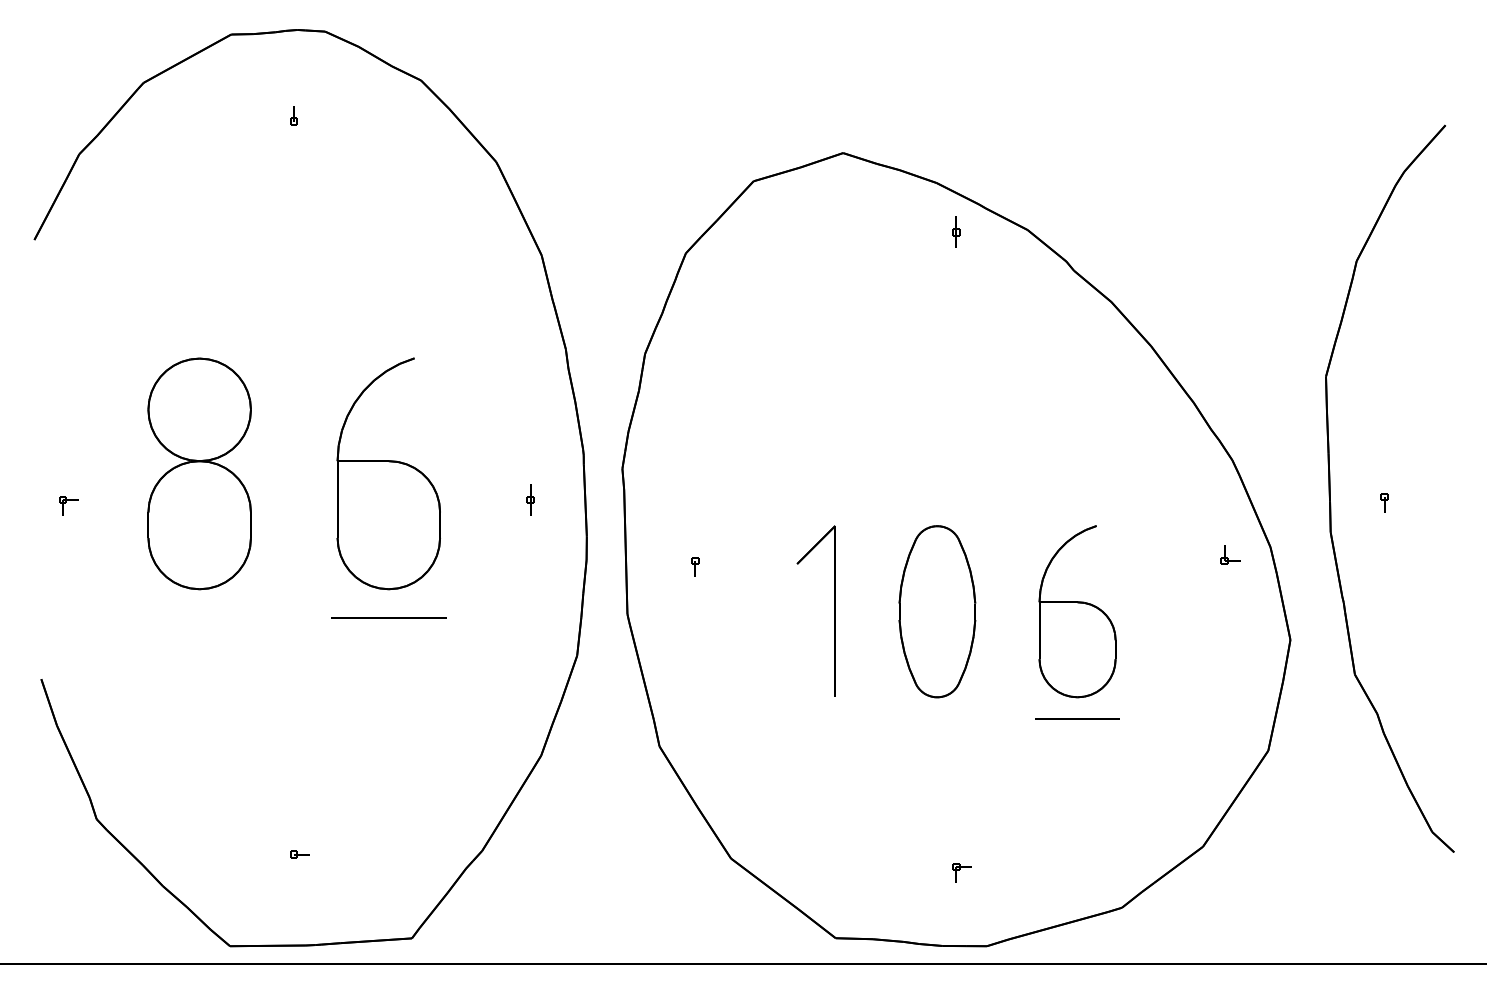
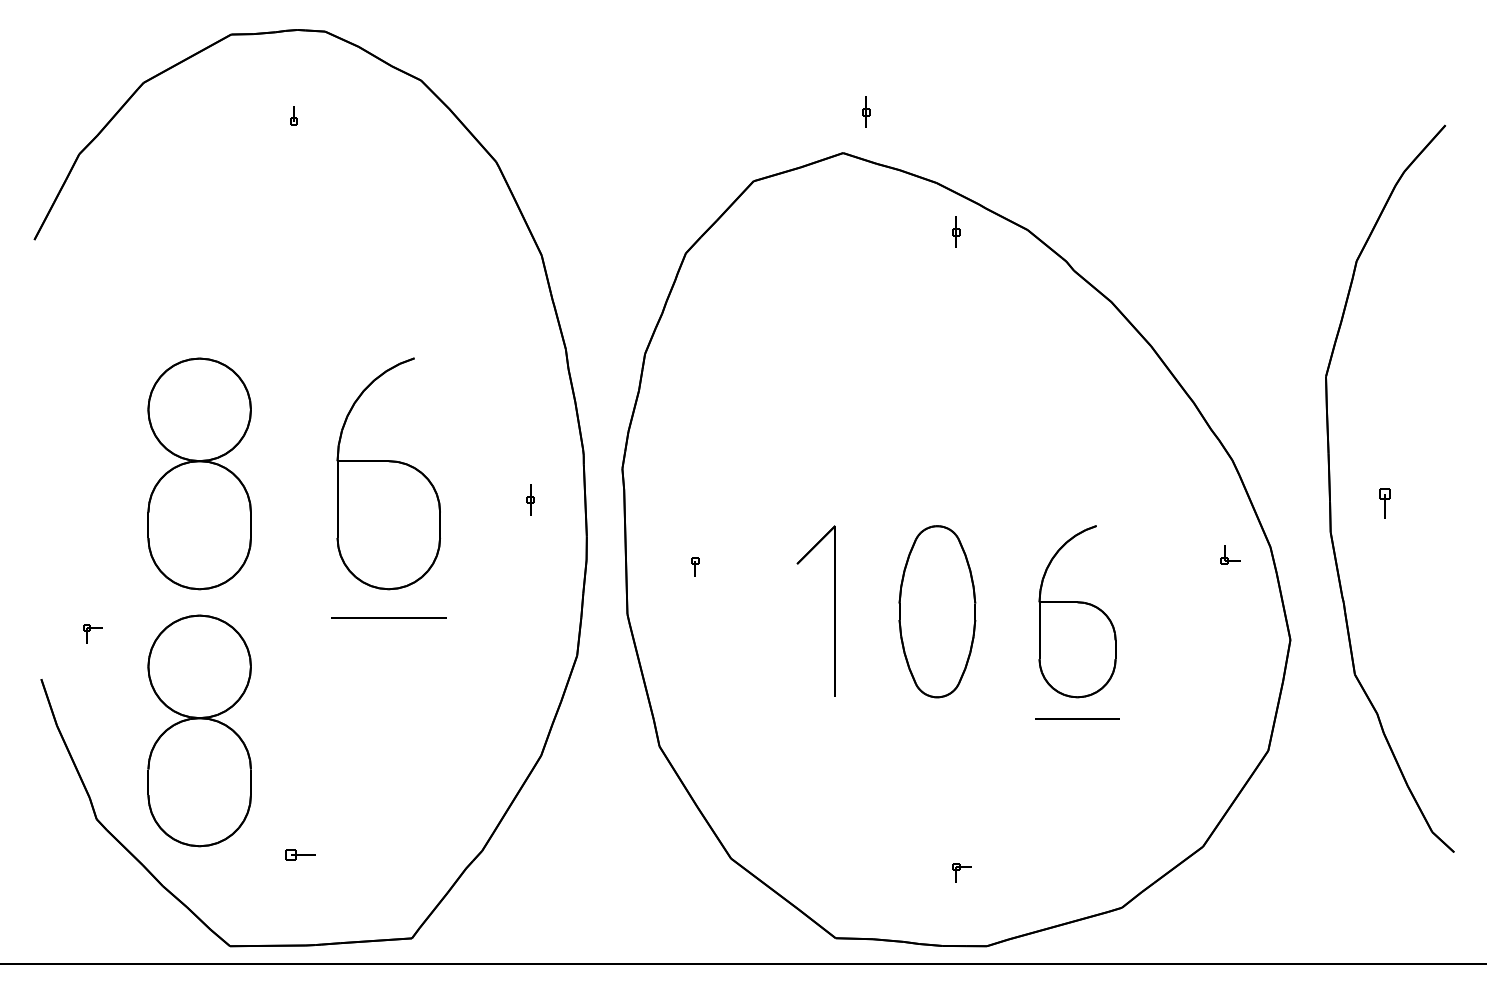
part at (866, 111): none -> present
part at (1384, 502) size: 9x20 px -> 12x31 px
part at (68, 505) position: (68, 505) -> (92, 633)
part at (199, 730): none -> present
part at (299, 854) size: 20x9 px -> 31x12 px
